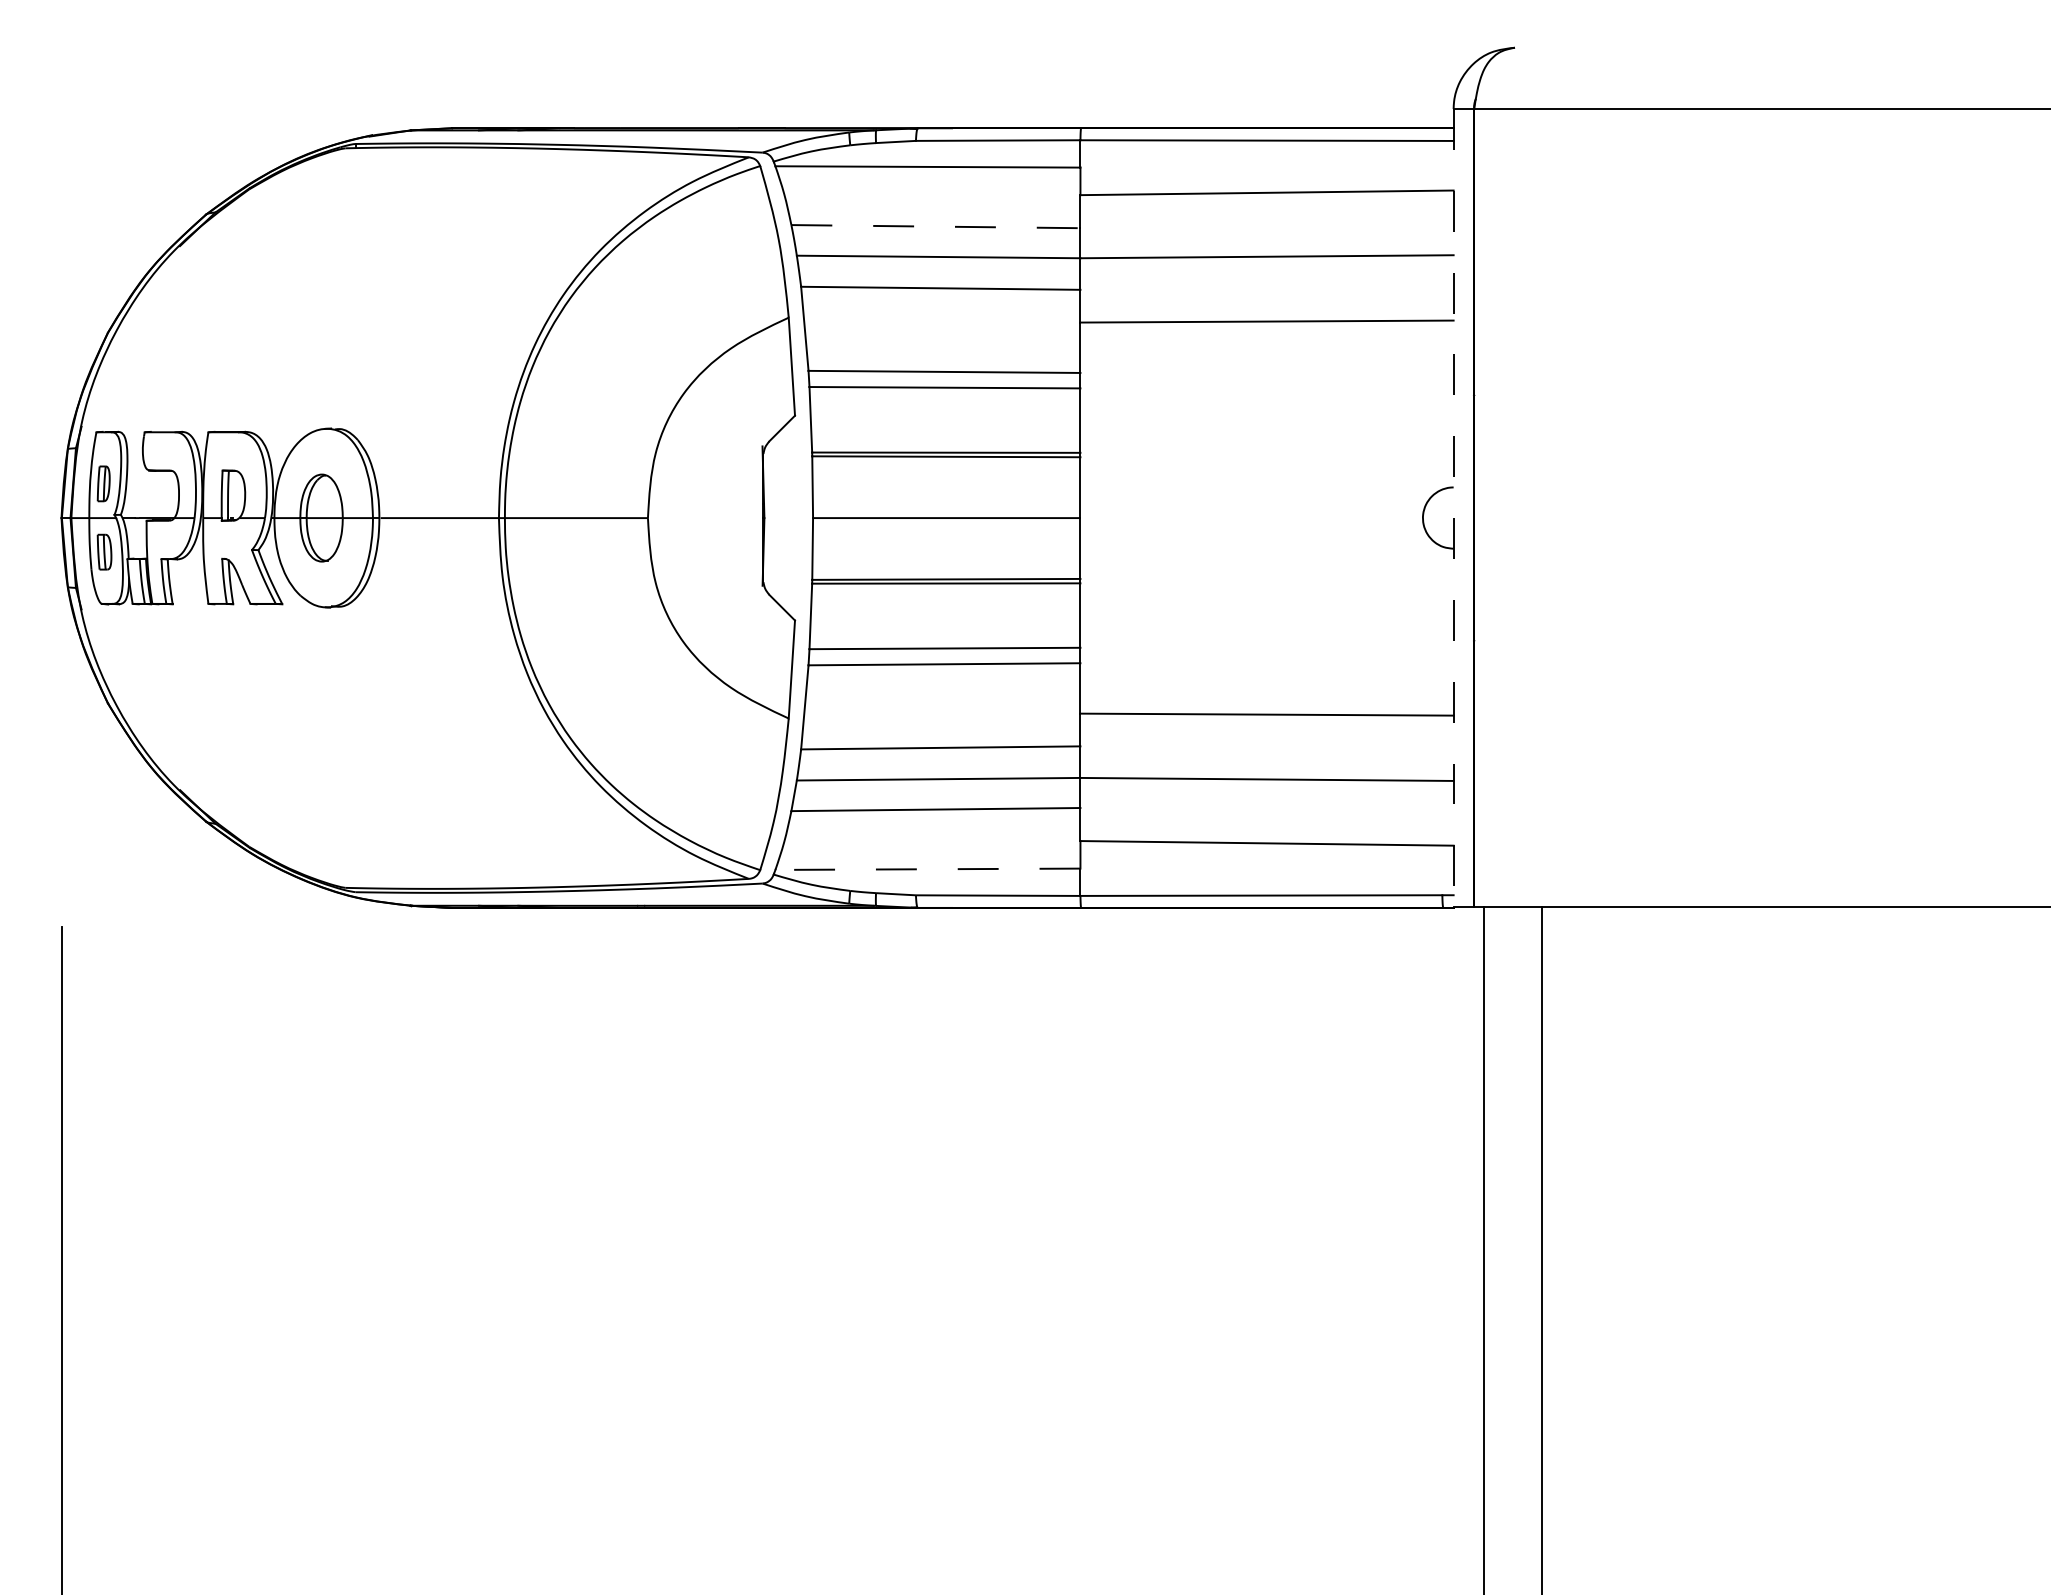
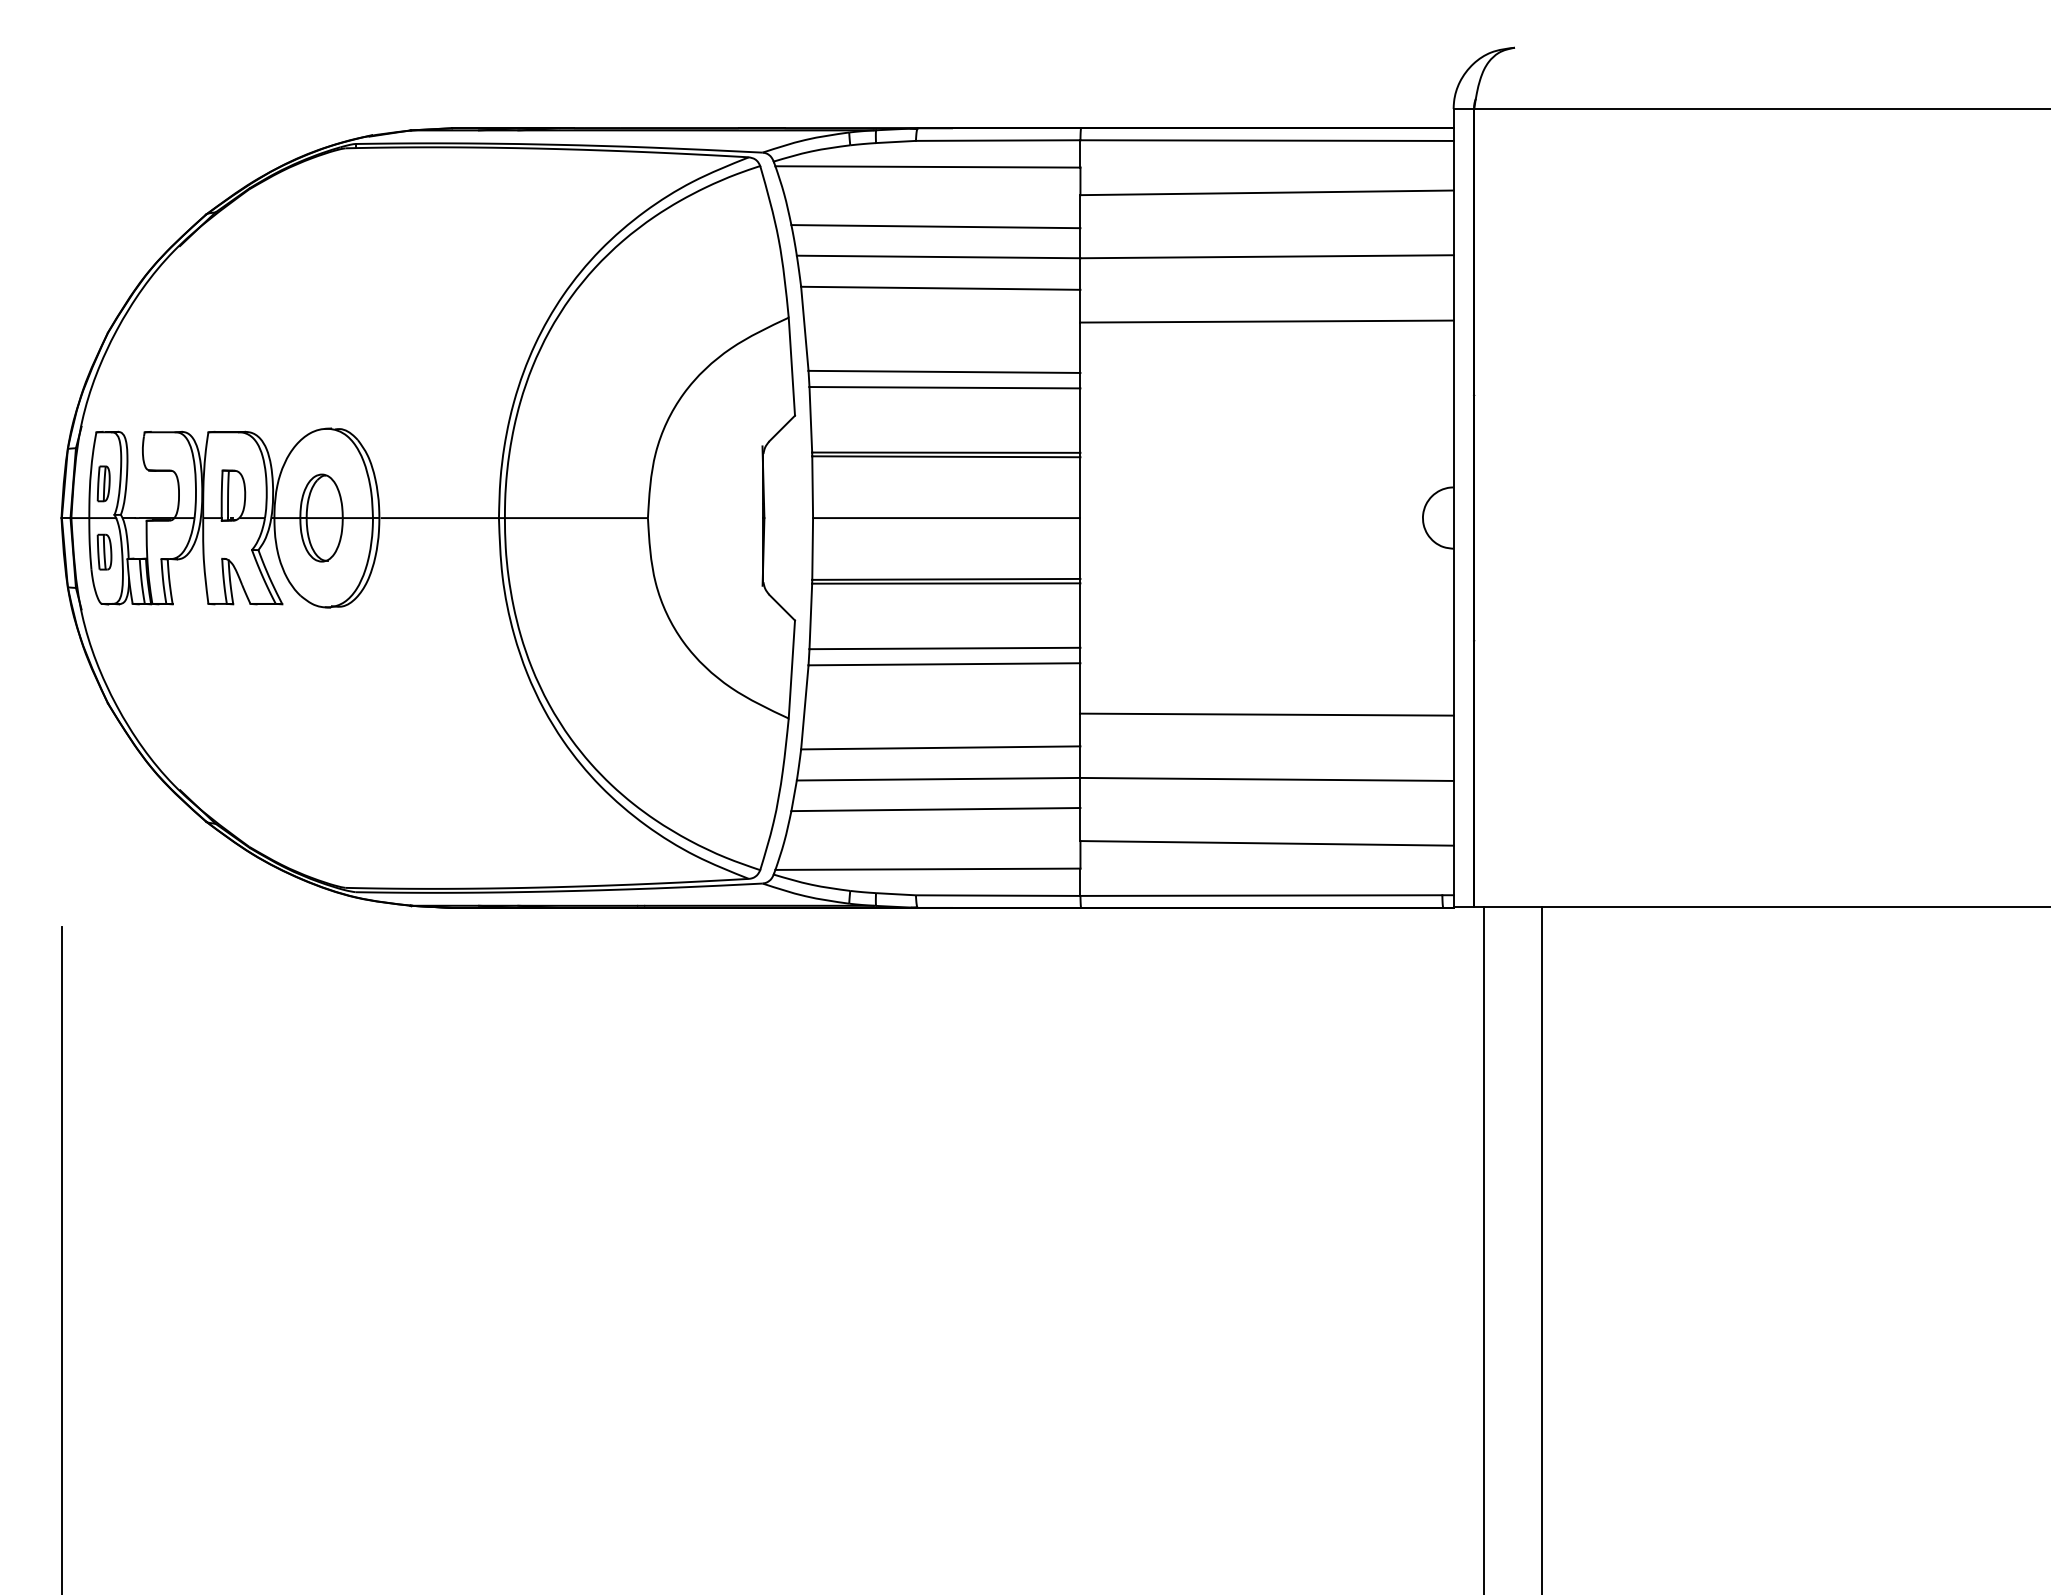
line at (935, 226): dashed -> solid
line at (1453, 507): dashed -> solid
line at (927, 869): dashed -> solid
